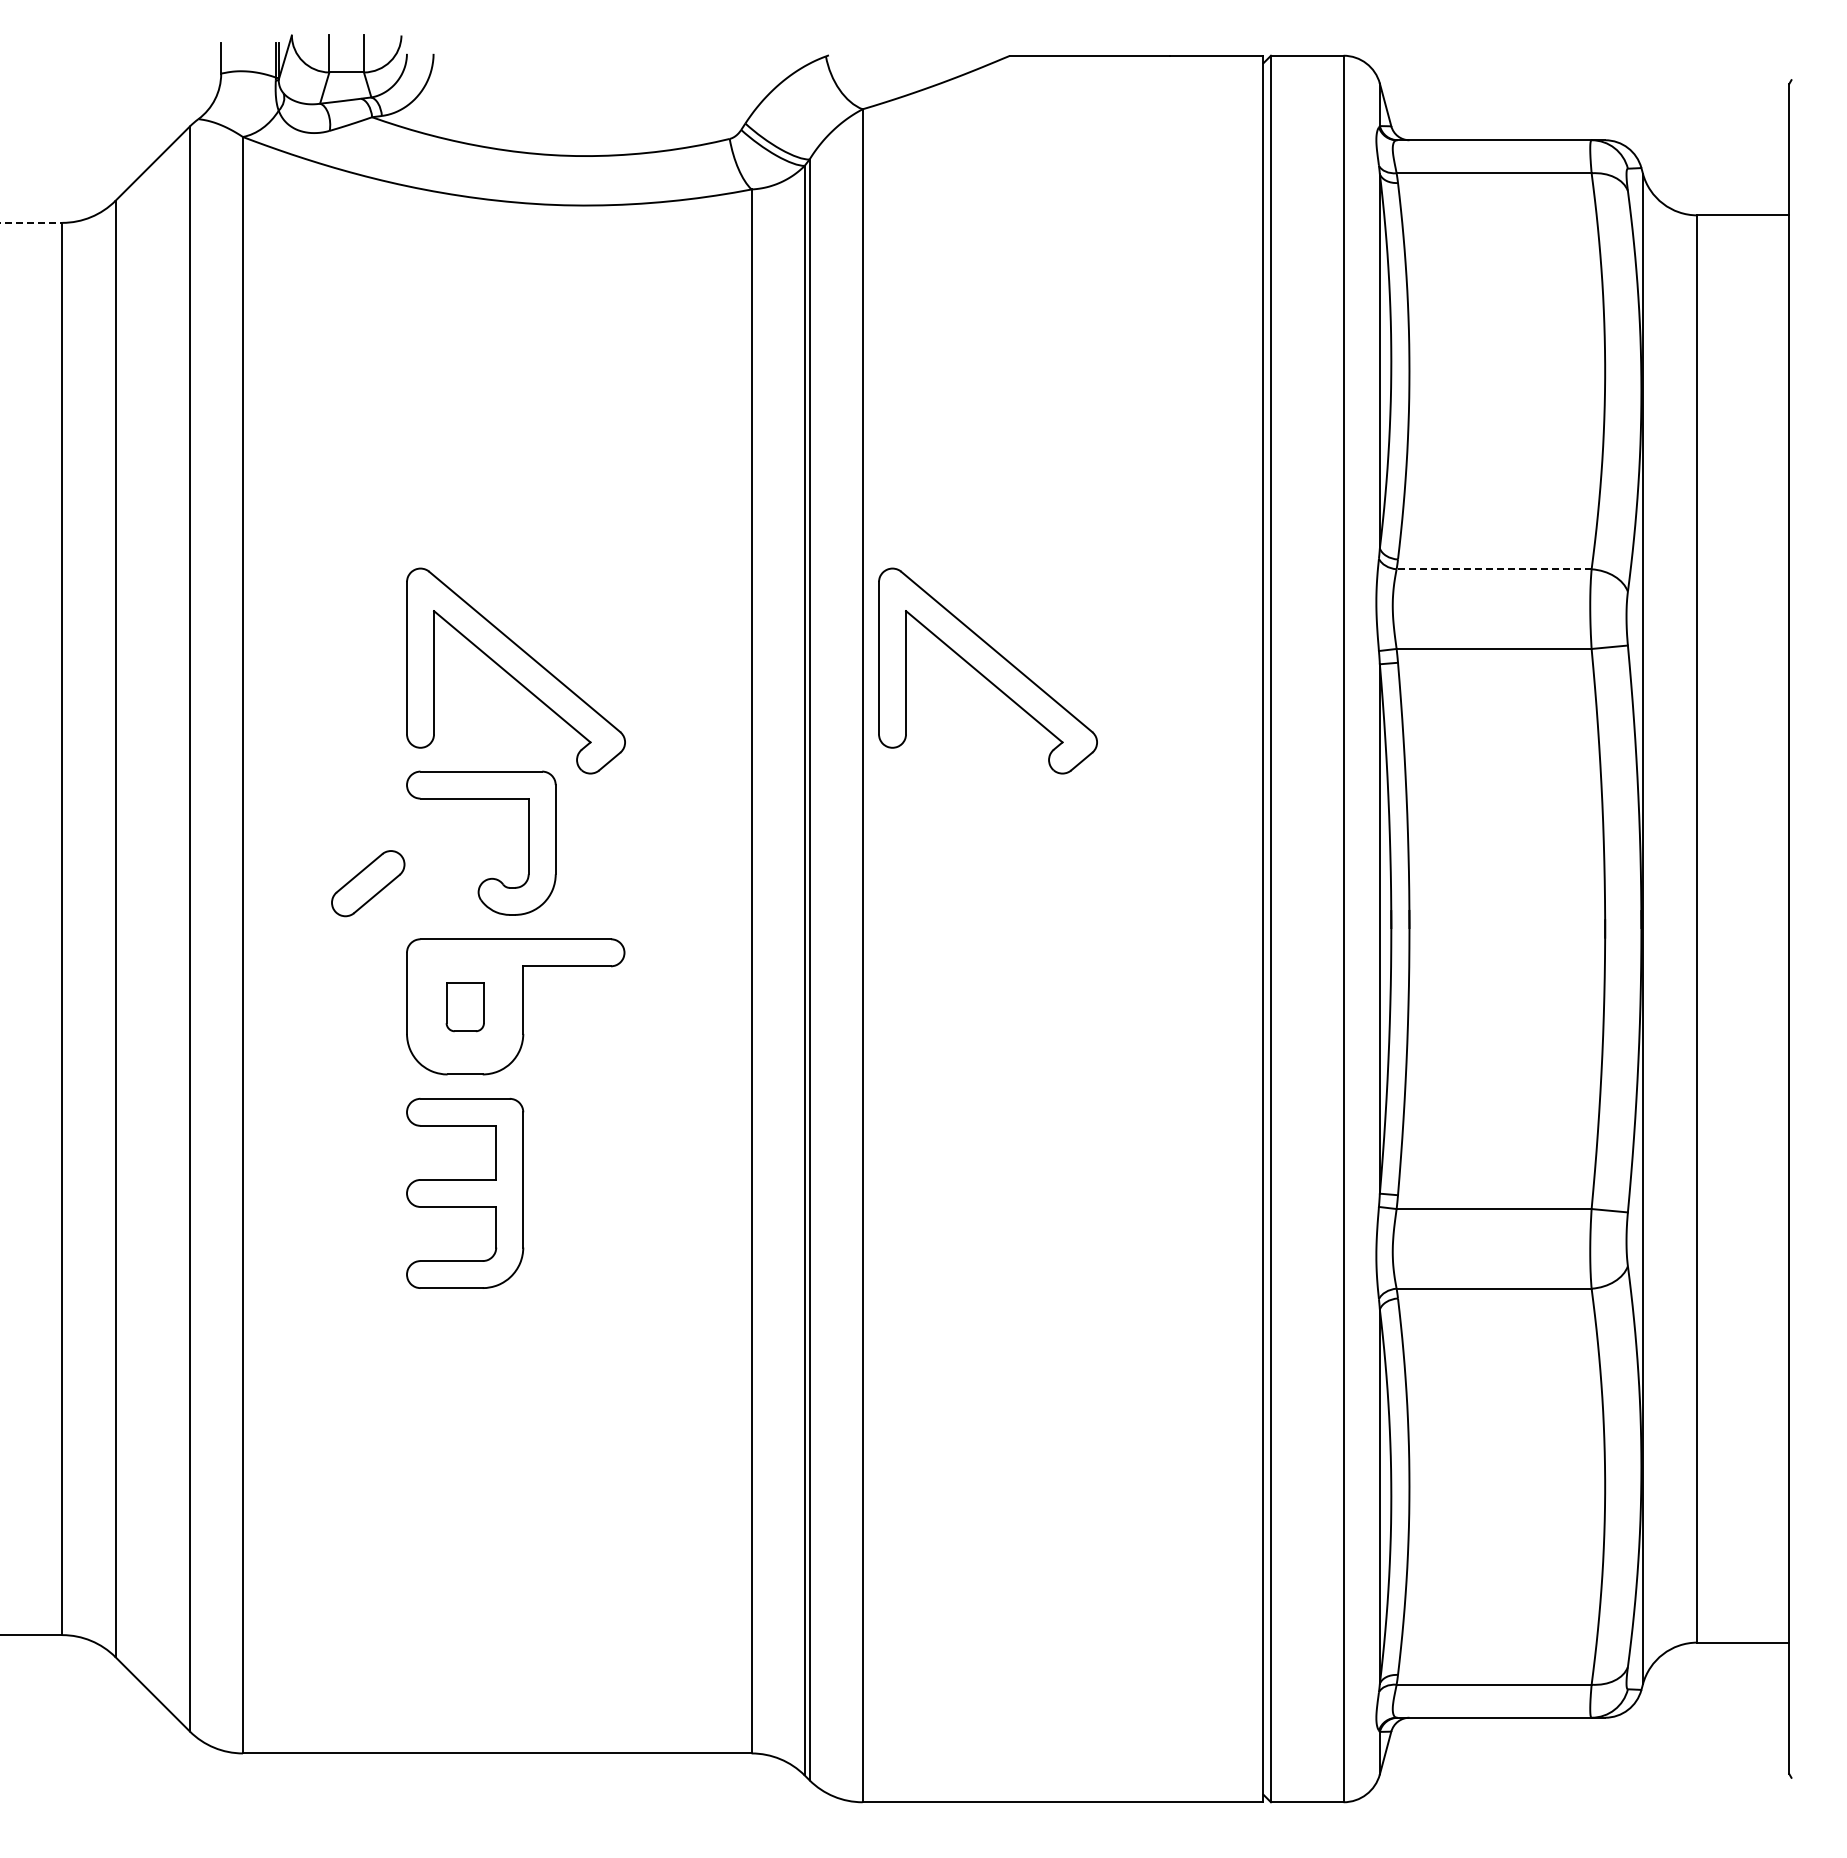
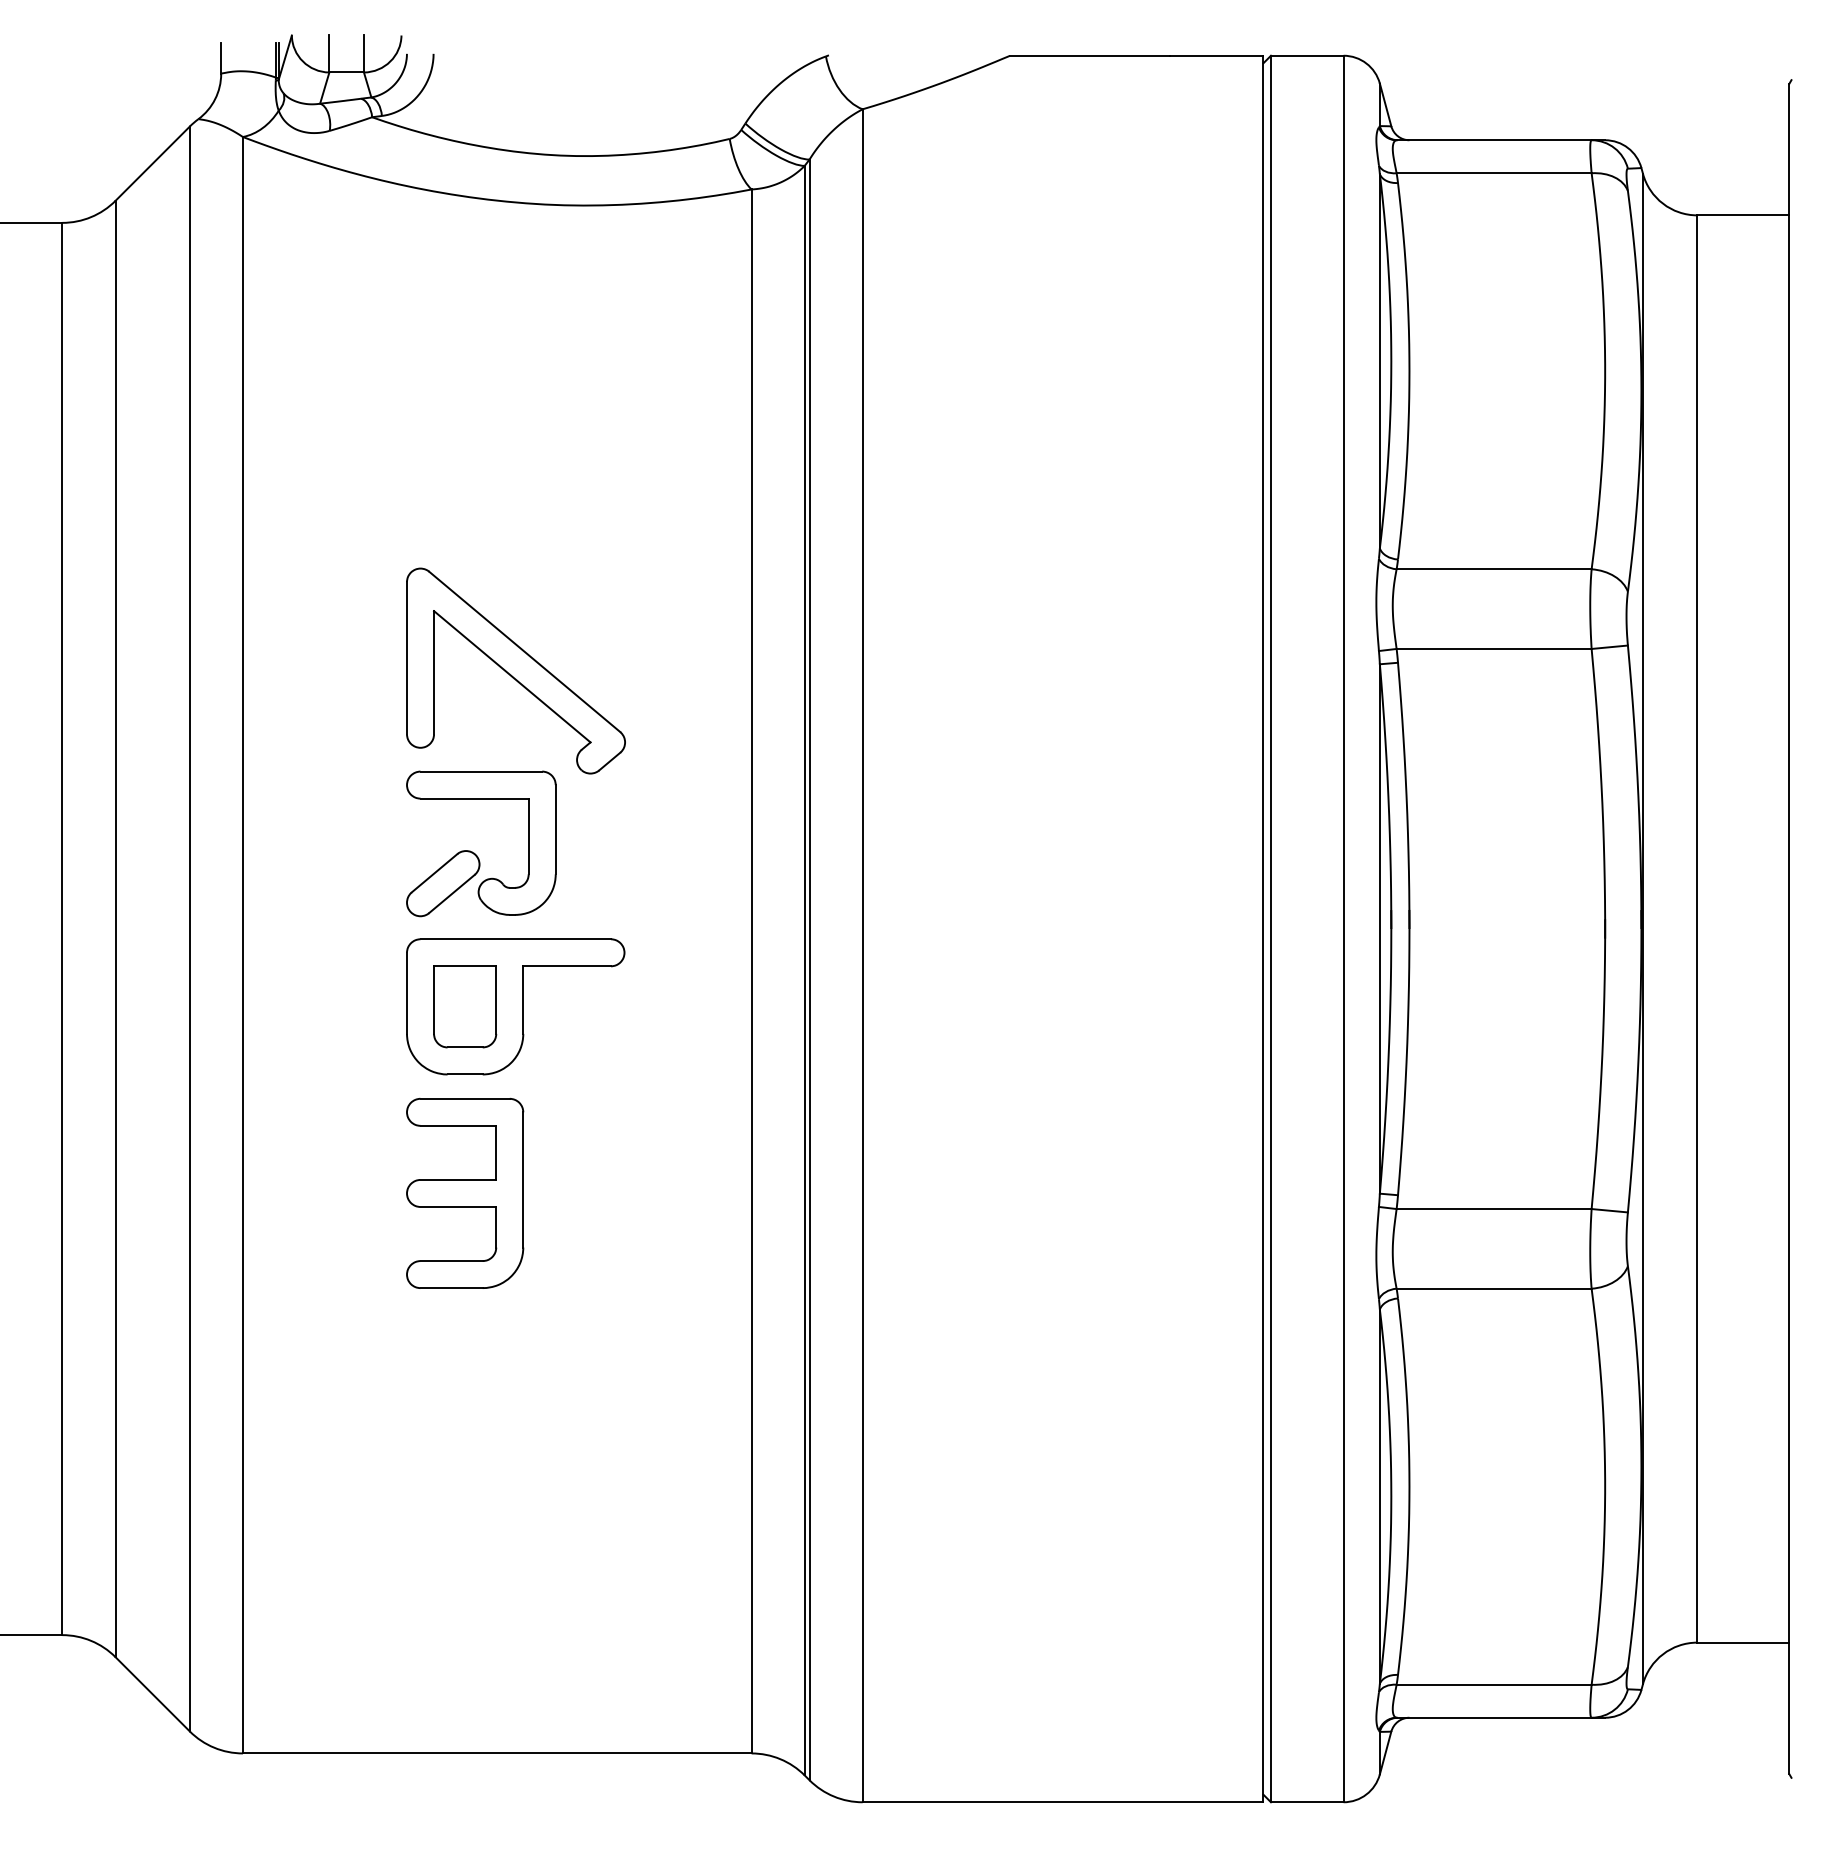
line at (31, 222): dashed -> solid
line at (1494, 569): dashed -> solid
part at (987, 670): present -> none
part at (368, 883) position: (368, 883) -> (443, 883)
part at (464, 1007) size: 40x51 px -> 65x84 px
